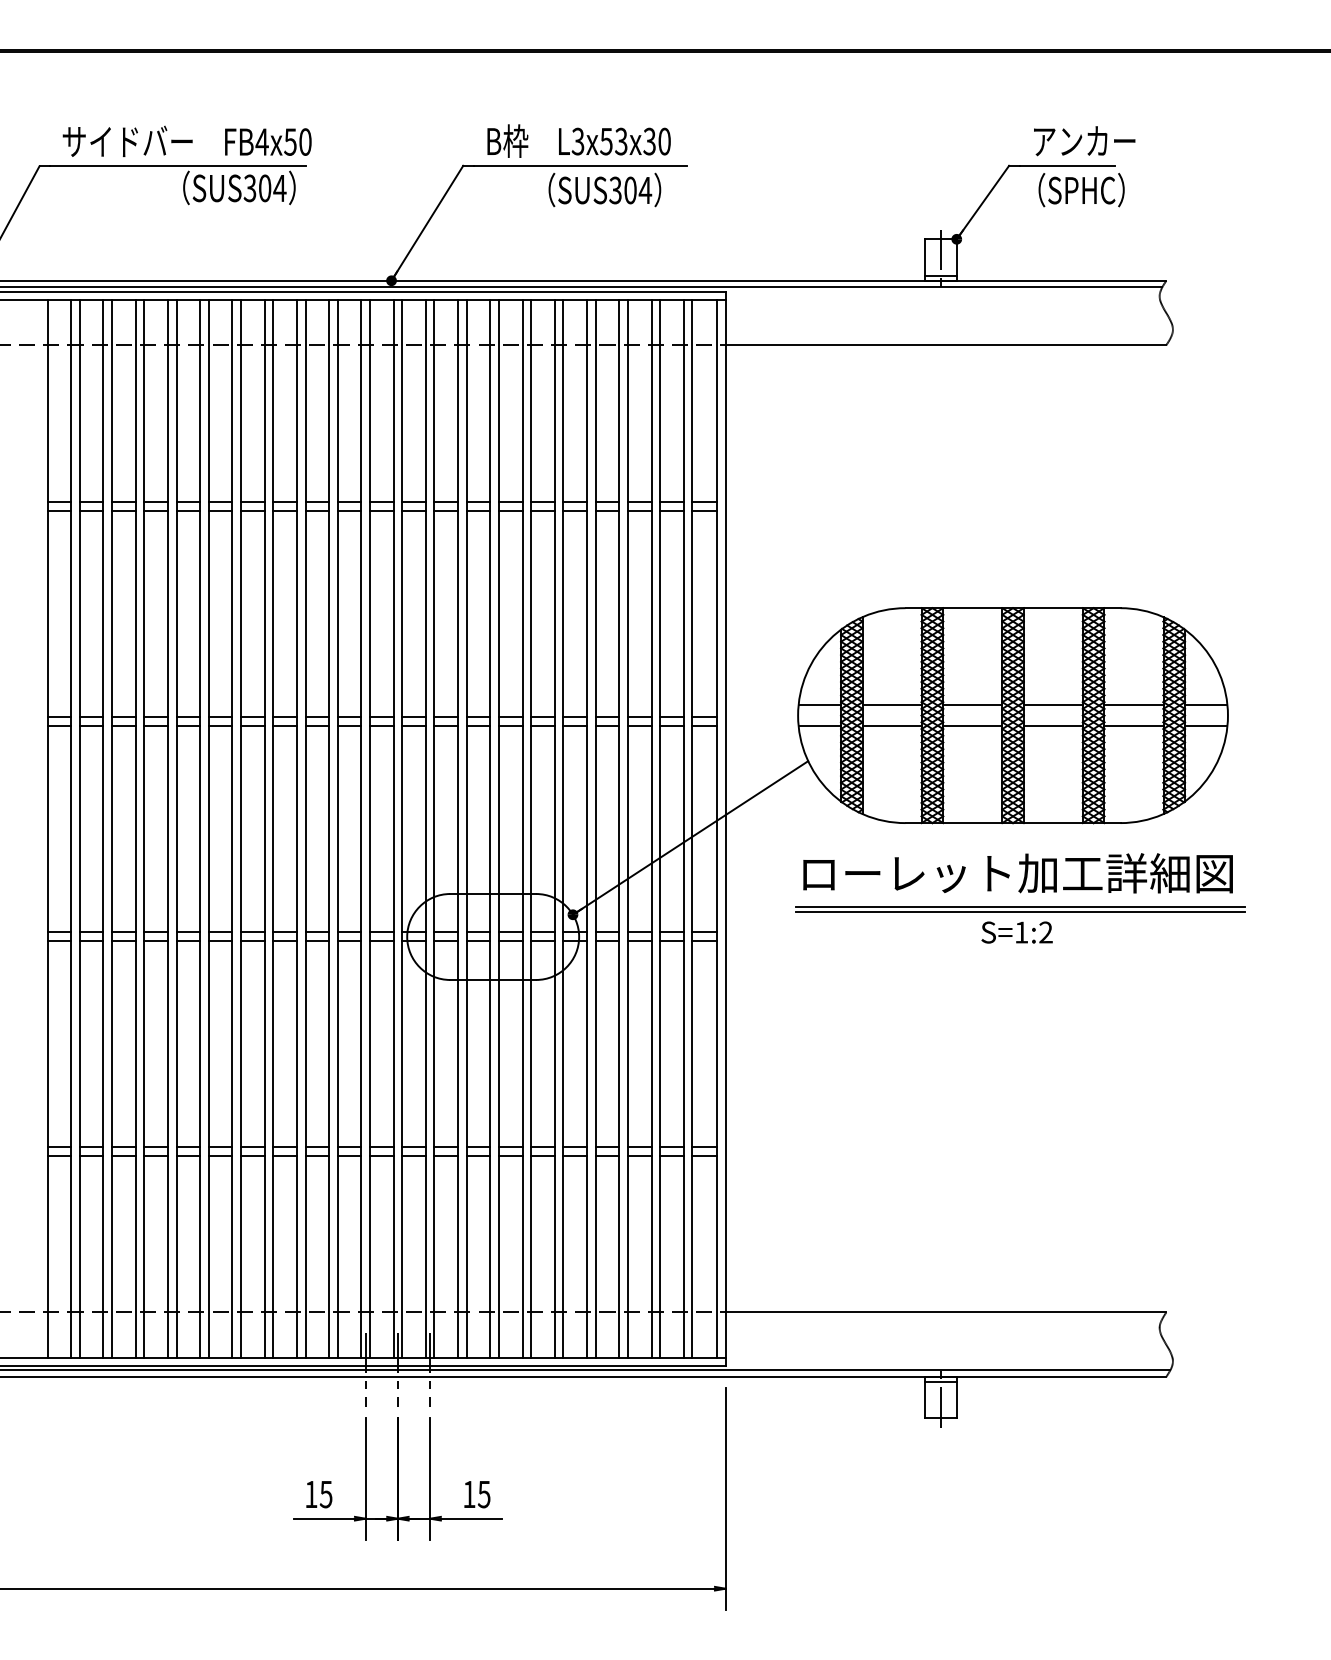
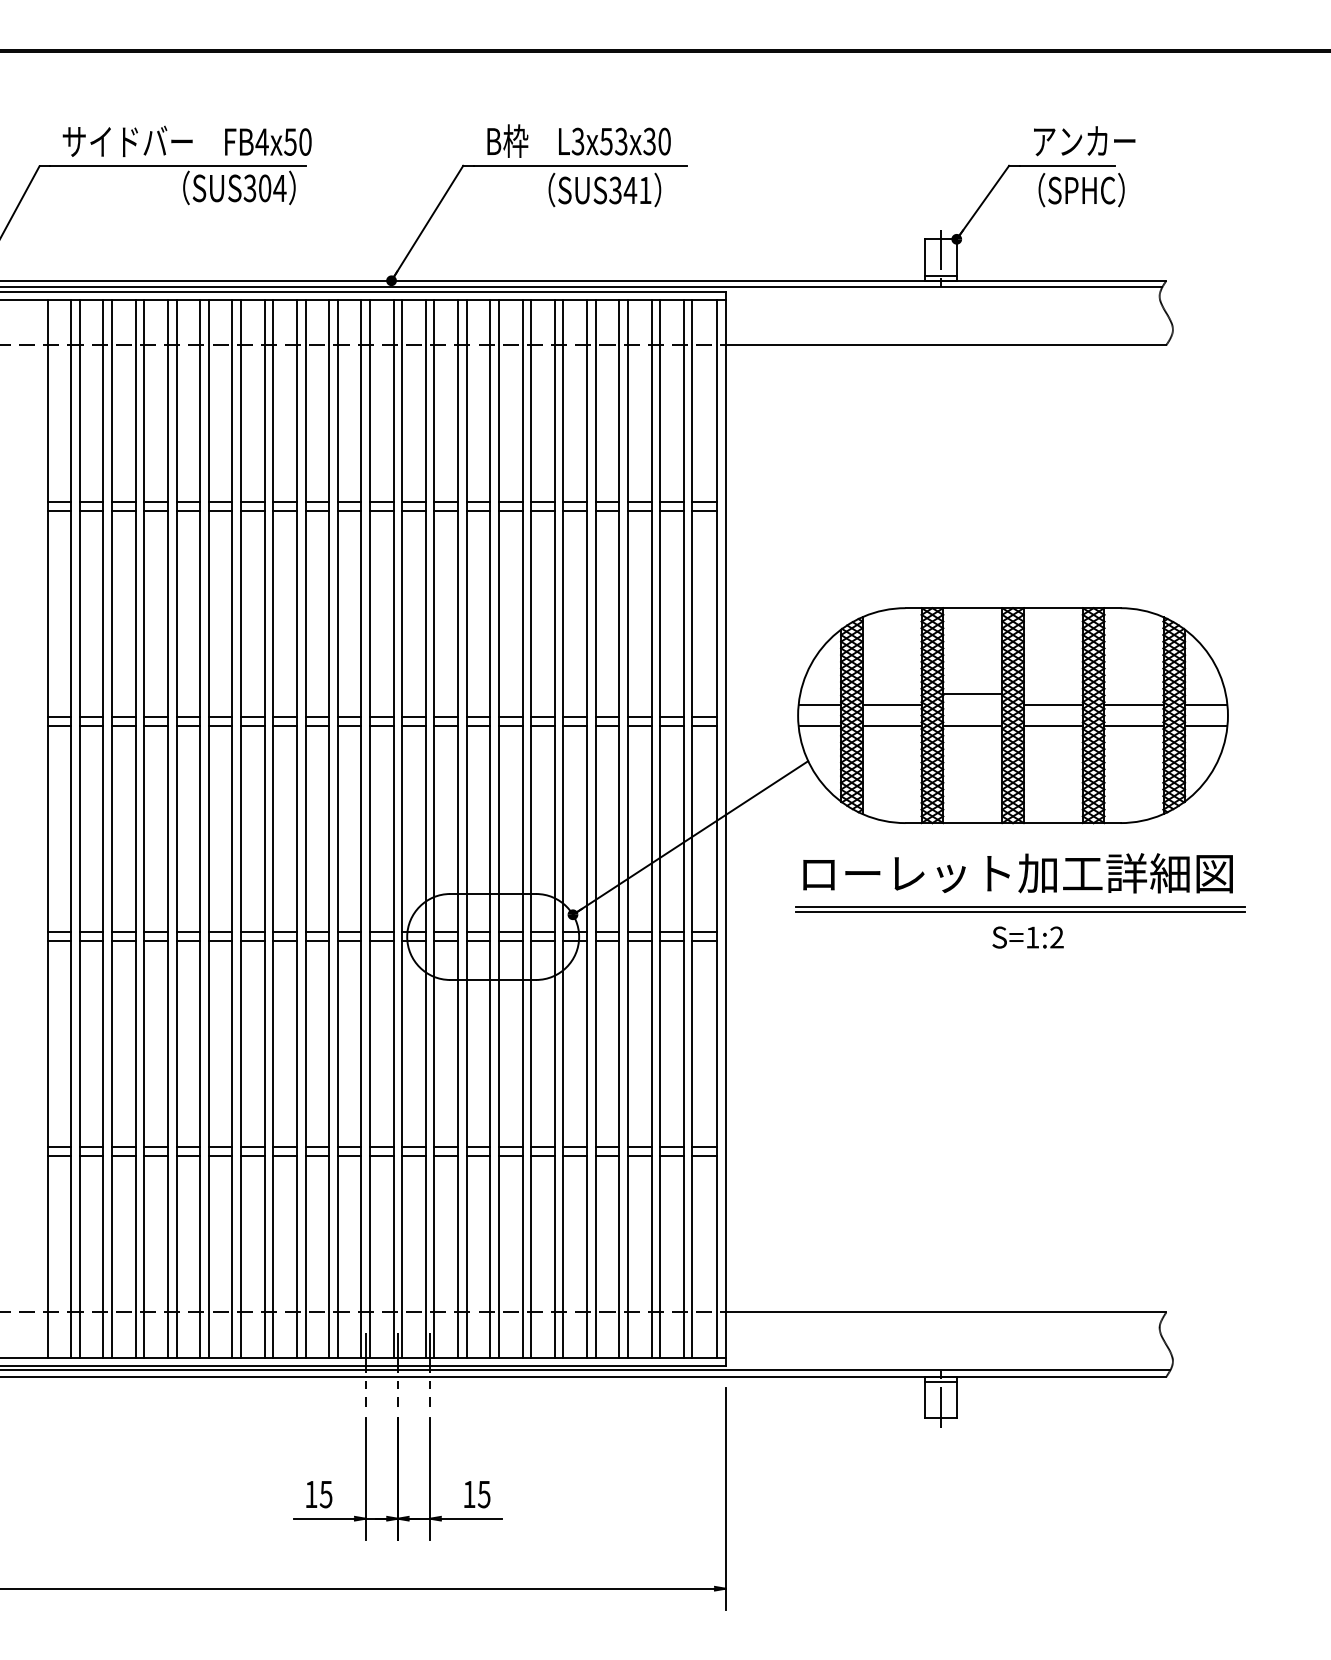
text at (637, 190): SUS304 -> SUS341
line at (972, 704) position: (972, 704) -> (972, 693)
text at (1016, 932) position: (1016, 932) -> (1027, 937)
